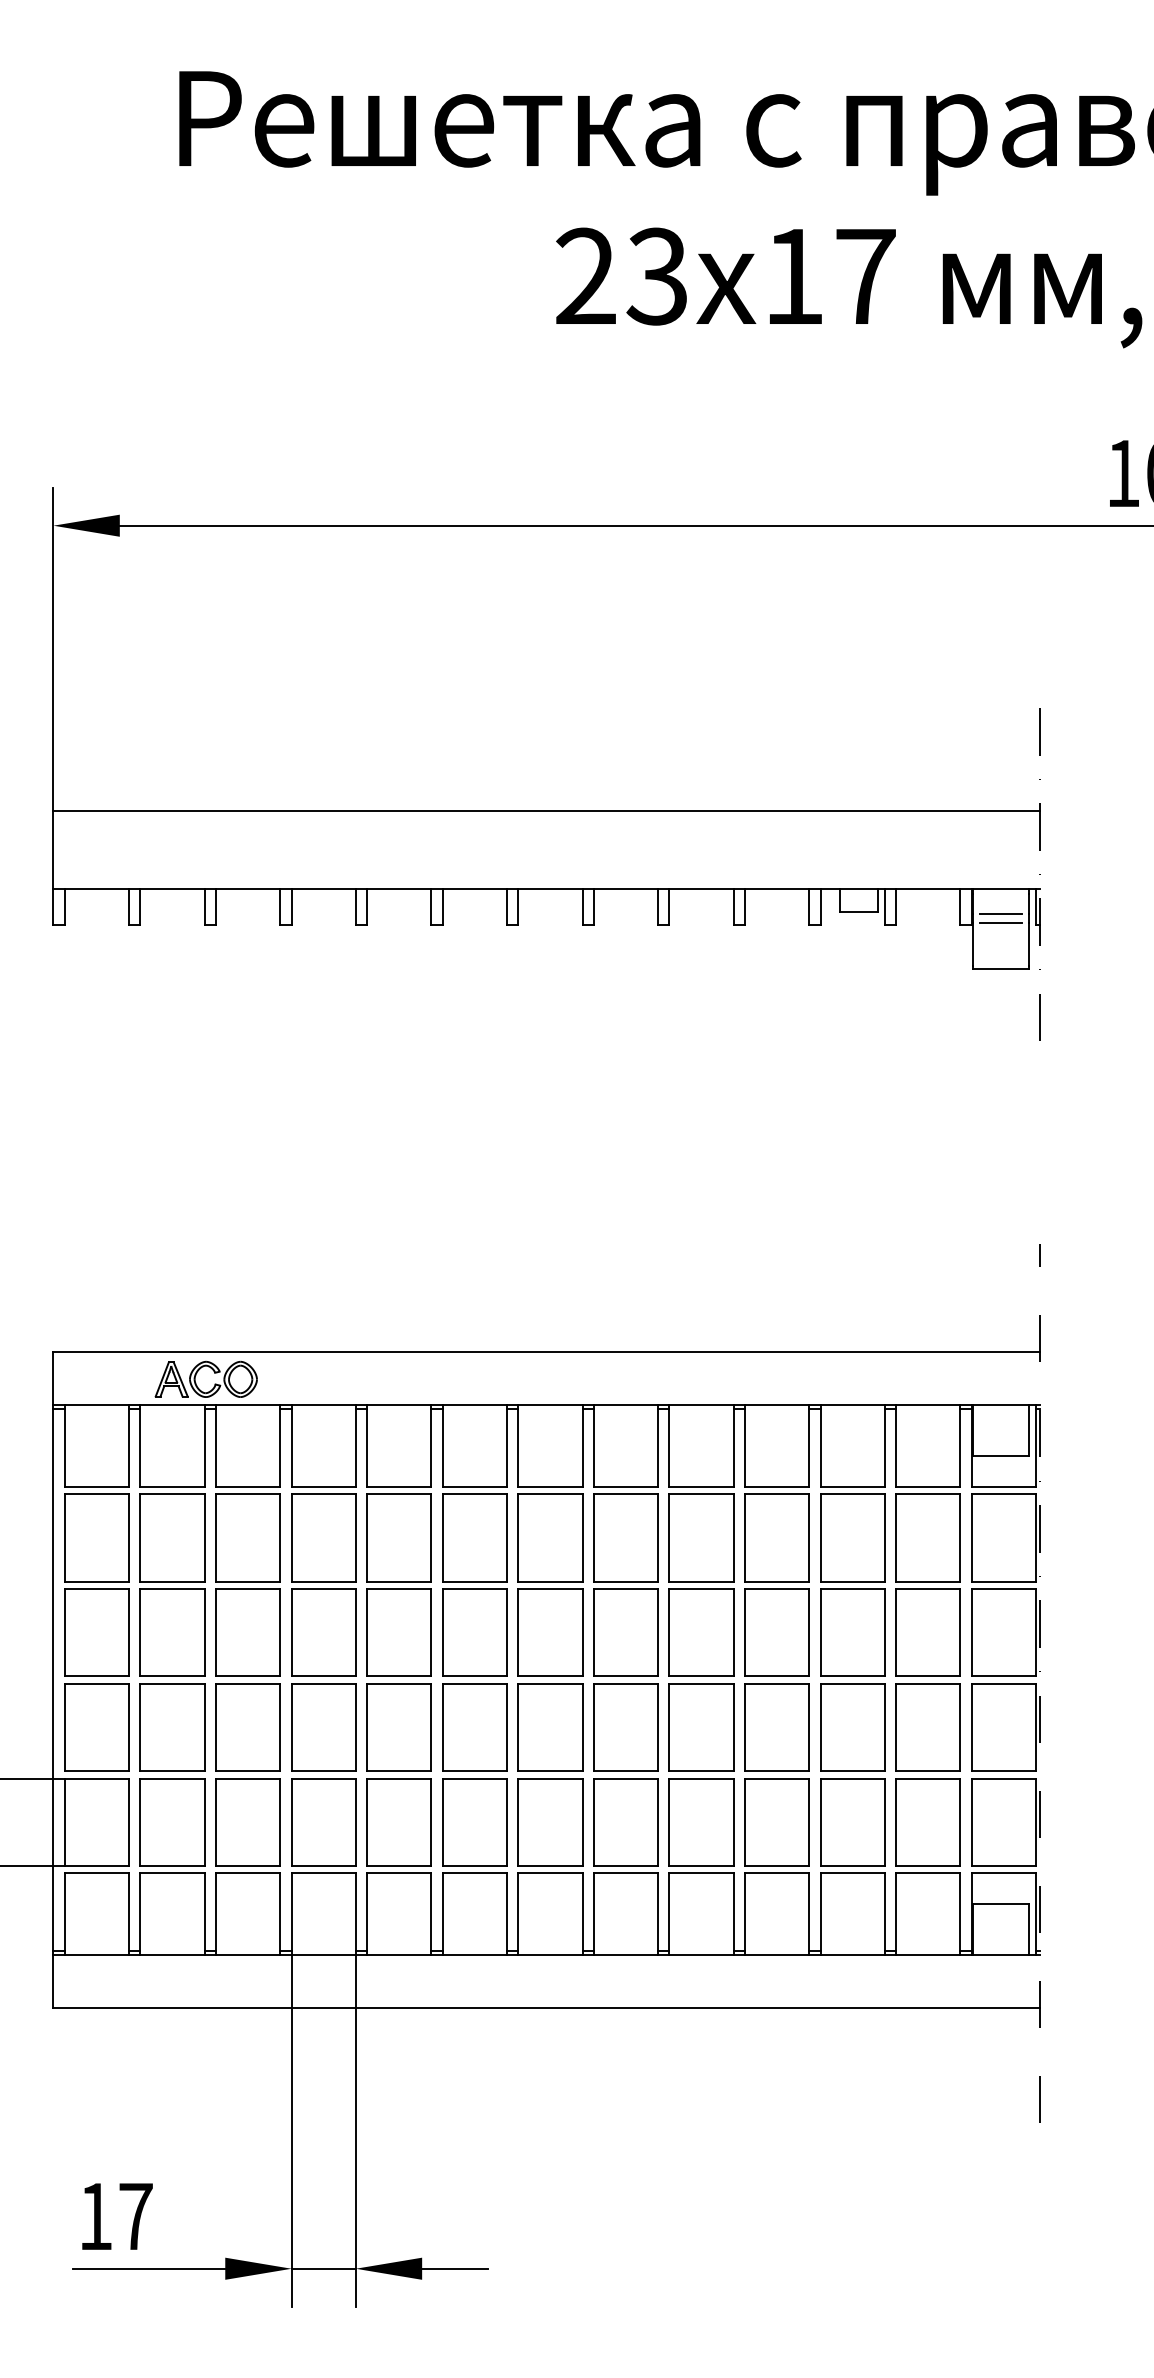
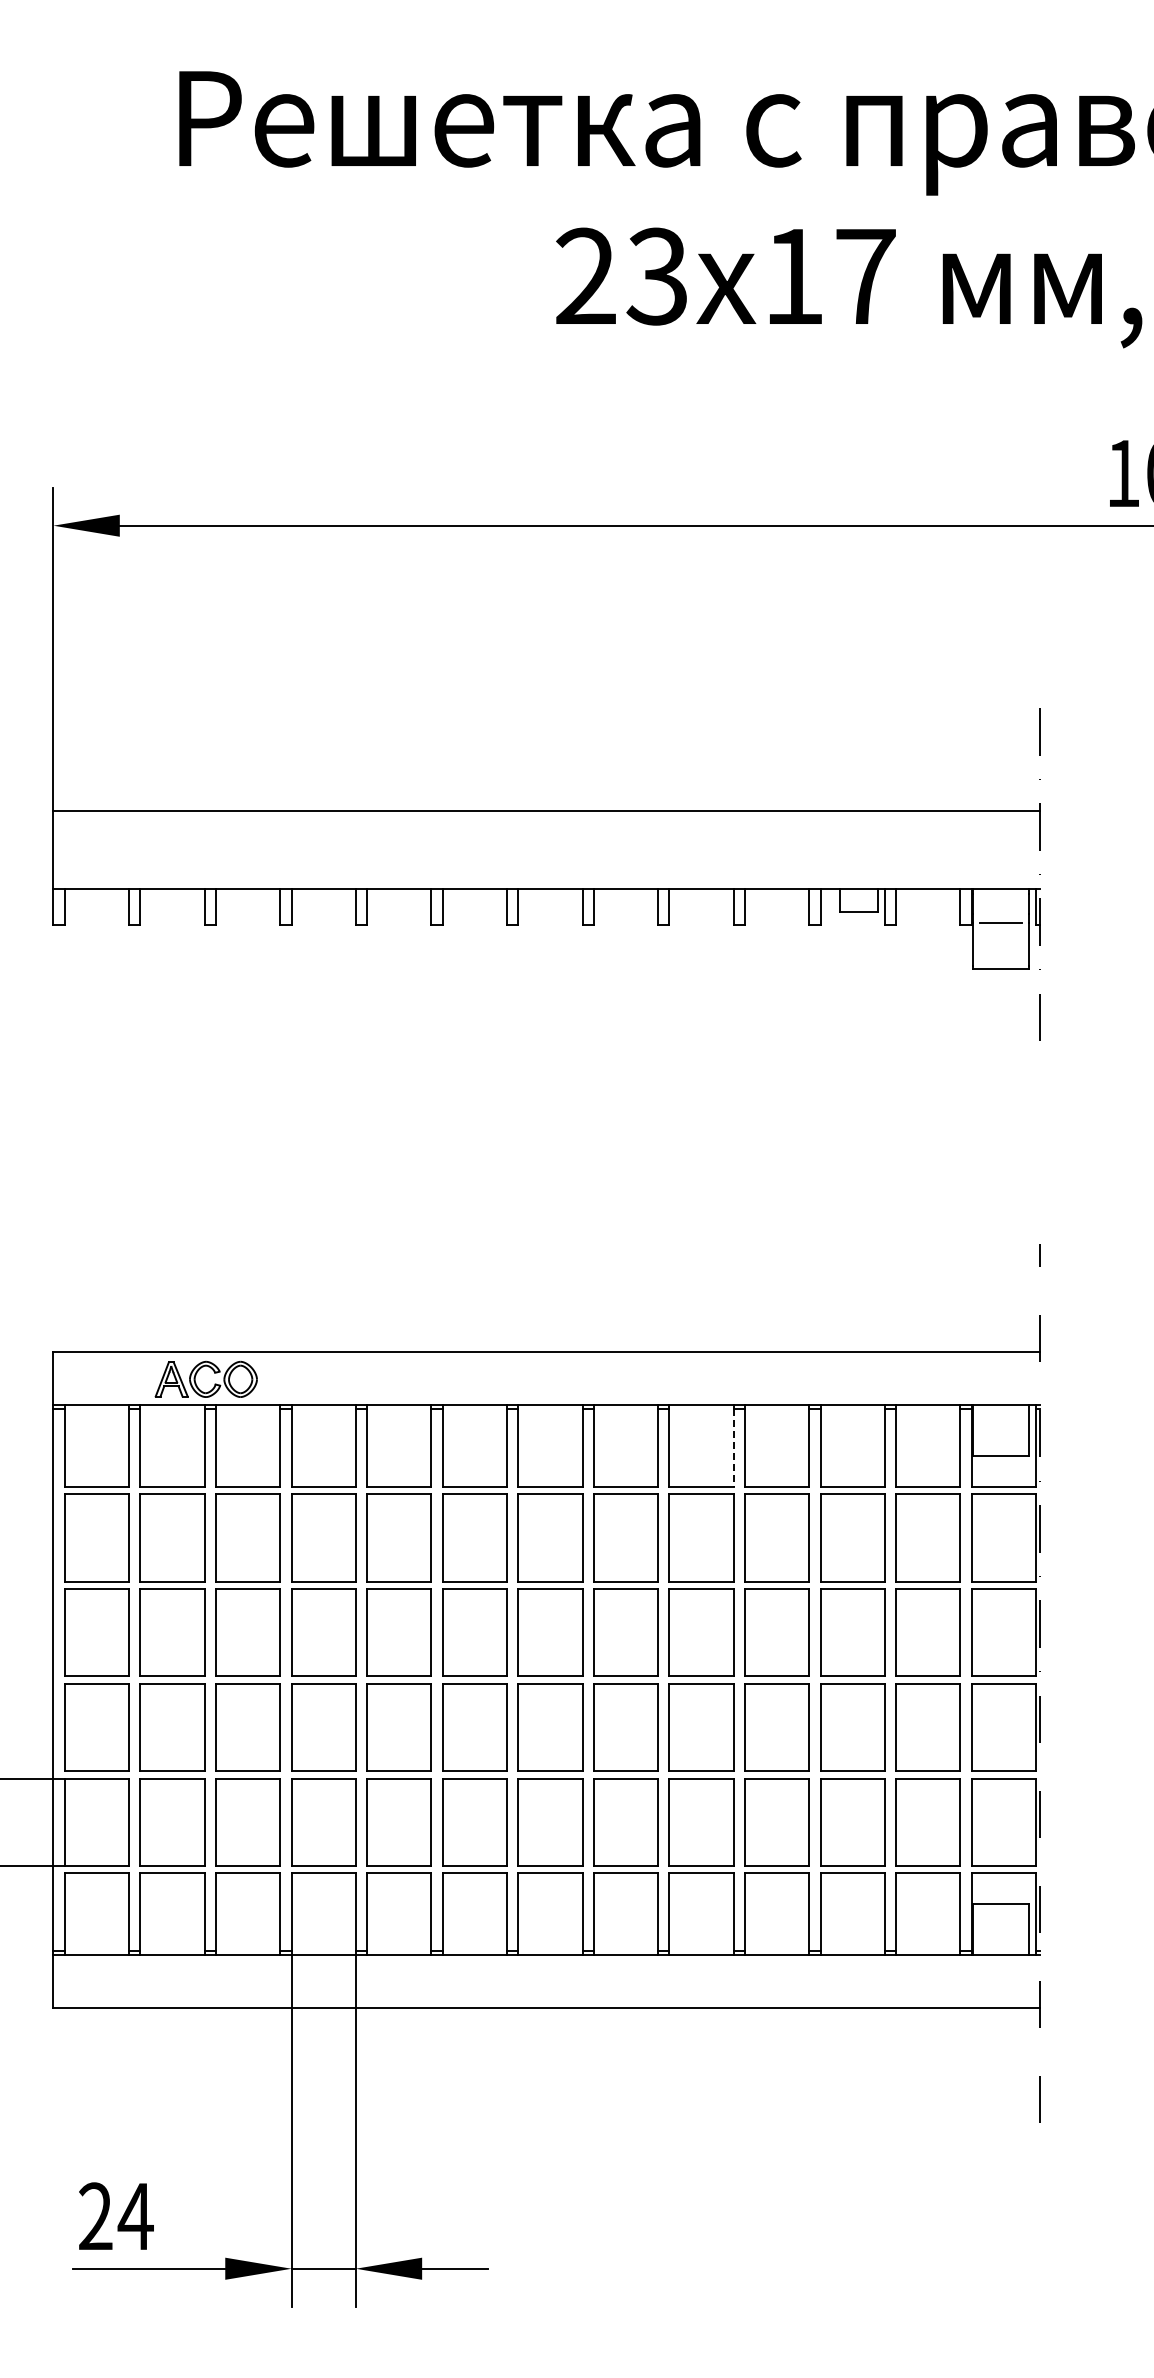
line at (1001, 914): present -> none
line at (733, 1448): solid -> dashed
text at (116, 2215): 17 -> 24
